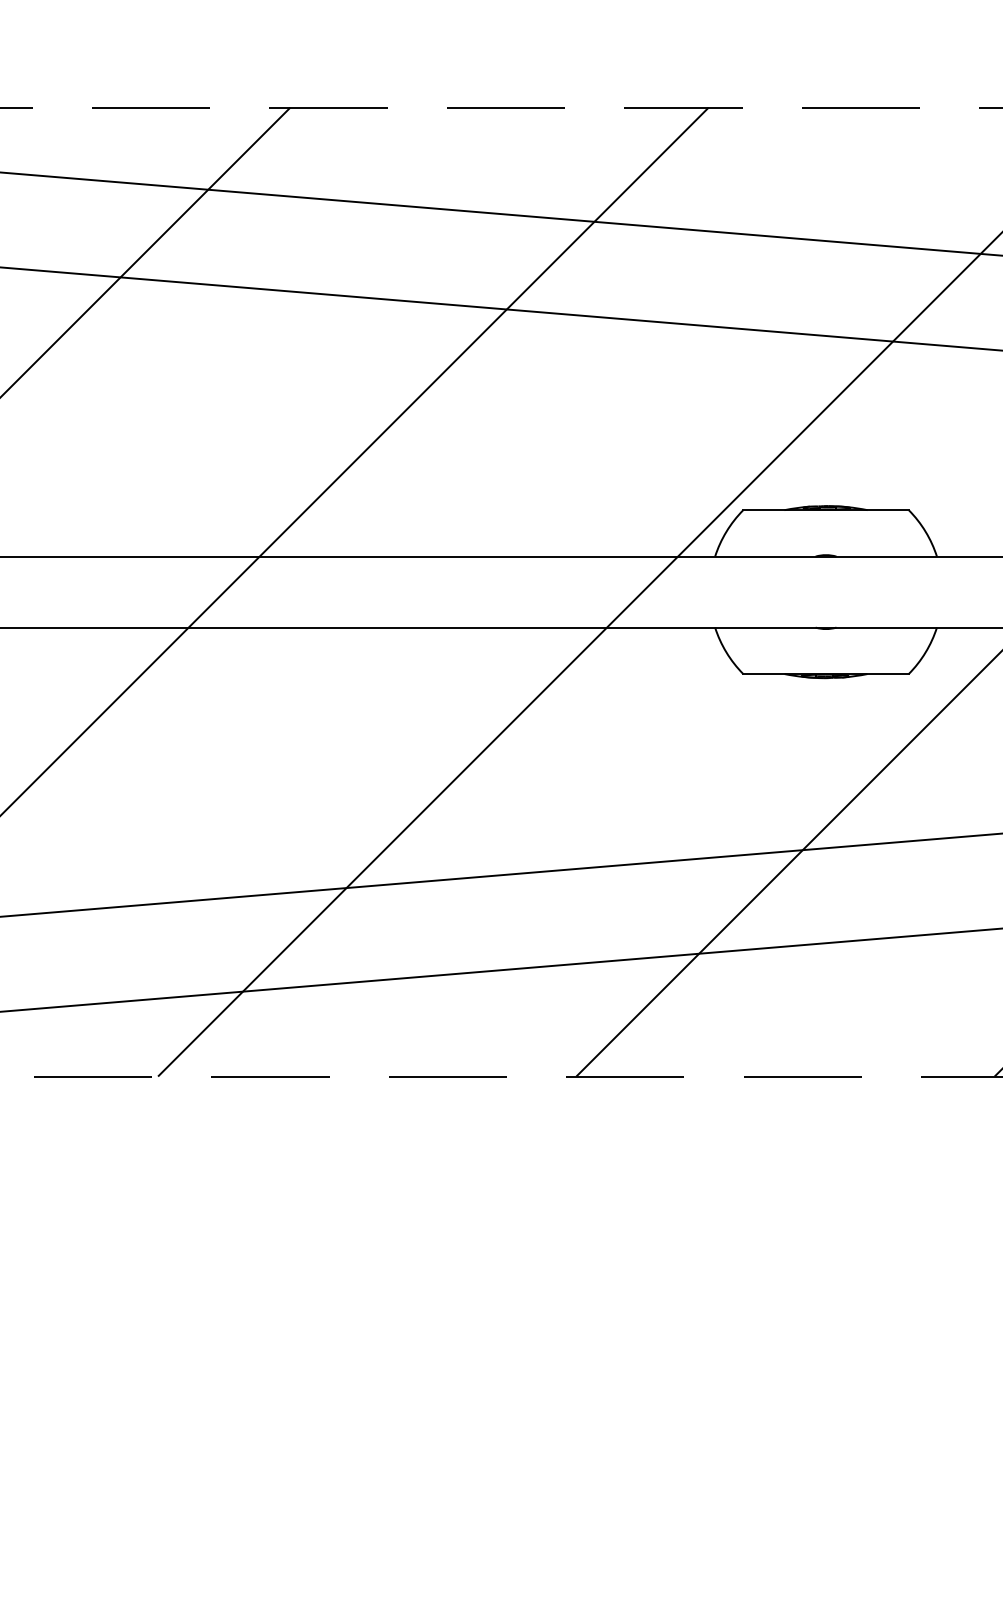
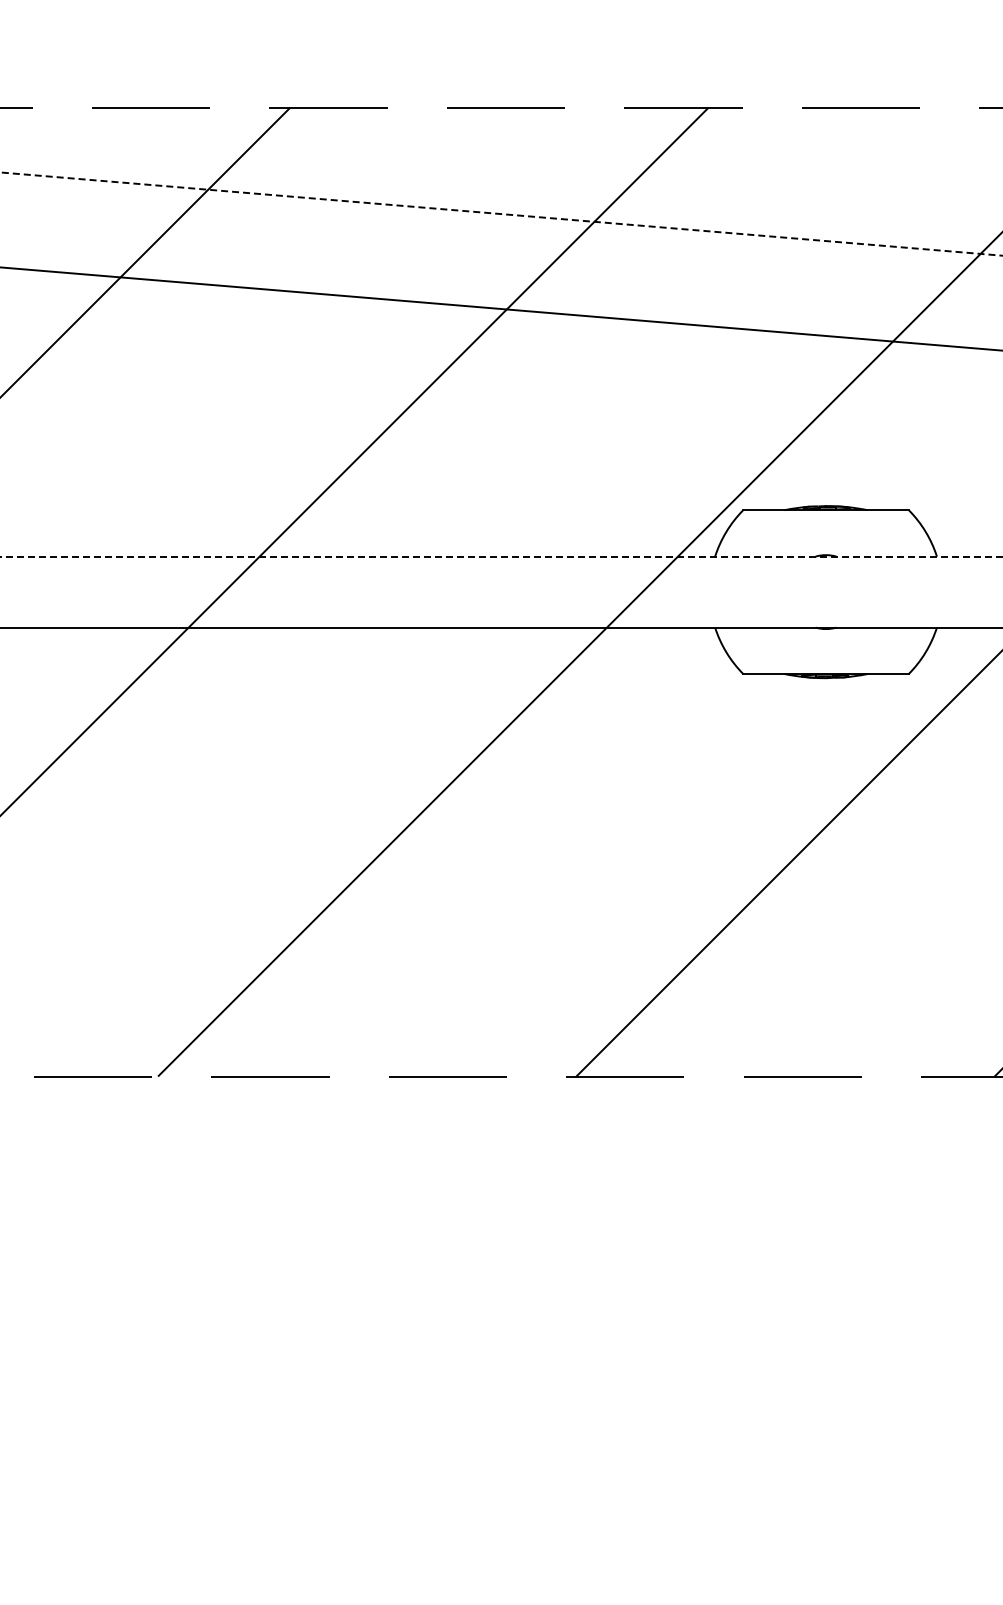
line at (501, 214): solid -> dashed
line at (501, 556): solid -> dashed
line at (500, 874): present -> none
line at (500, 969): present -> none
